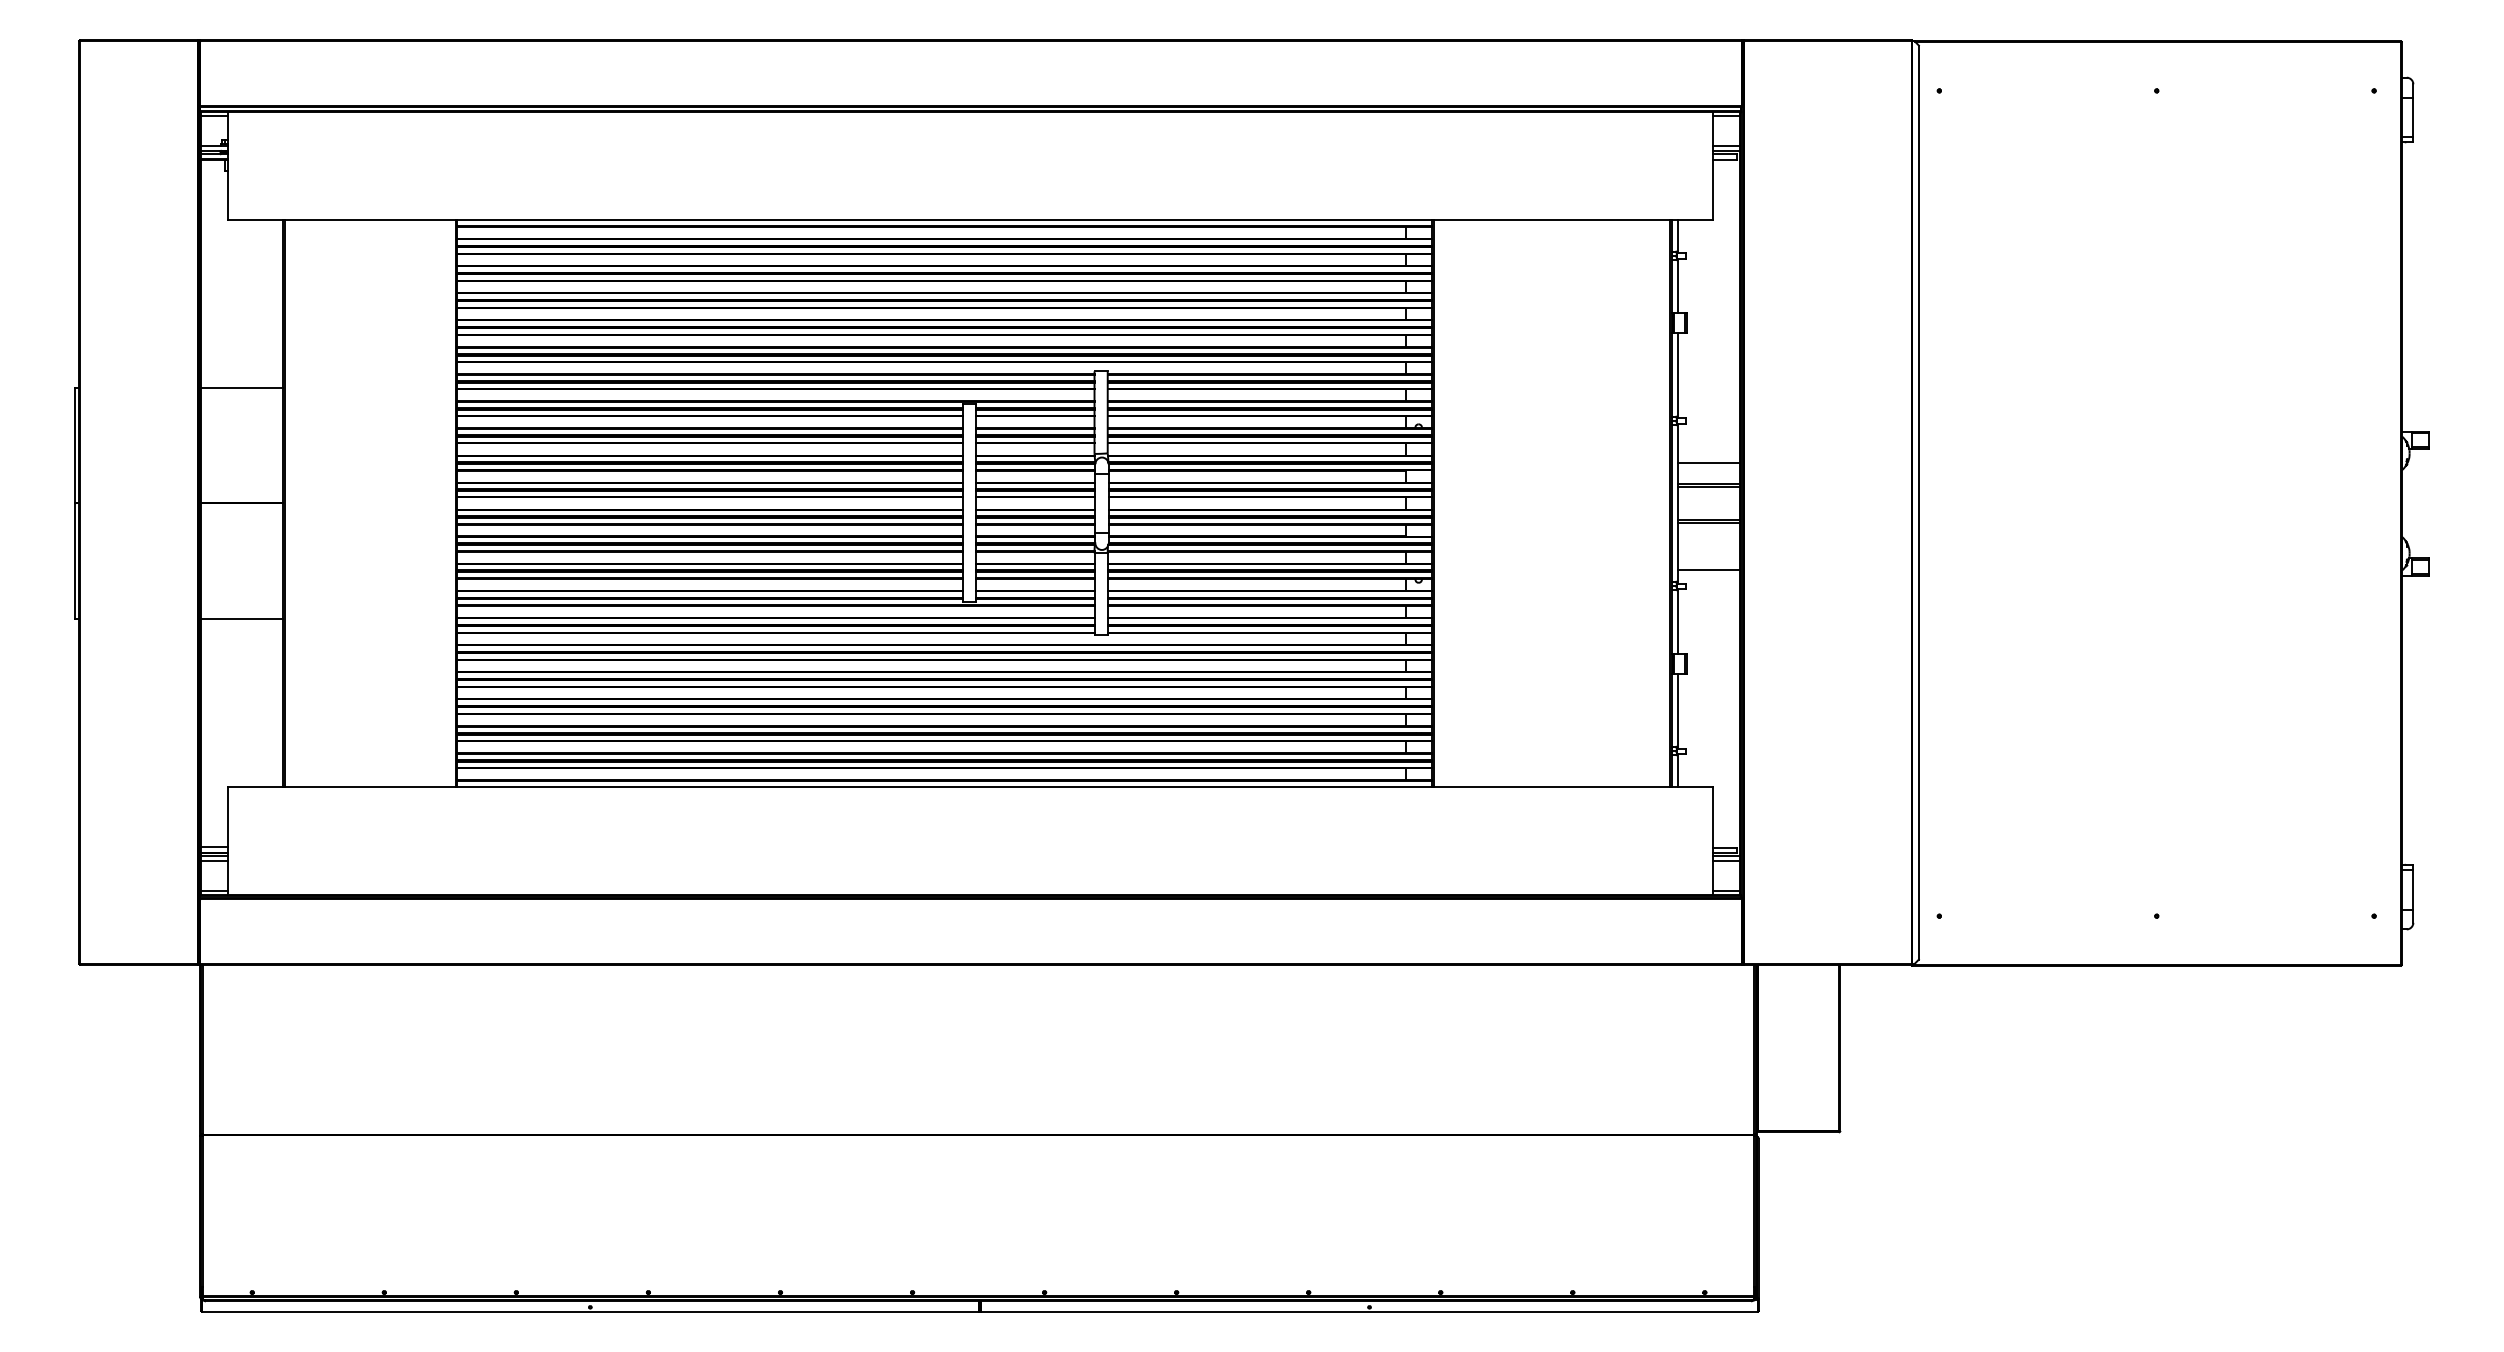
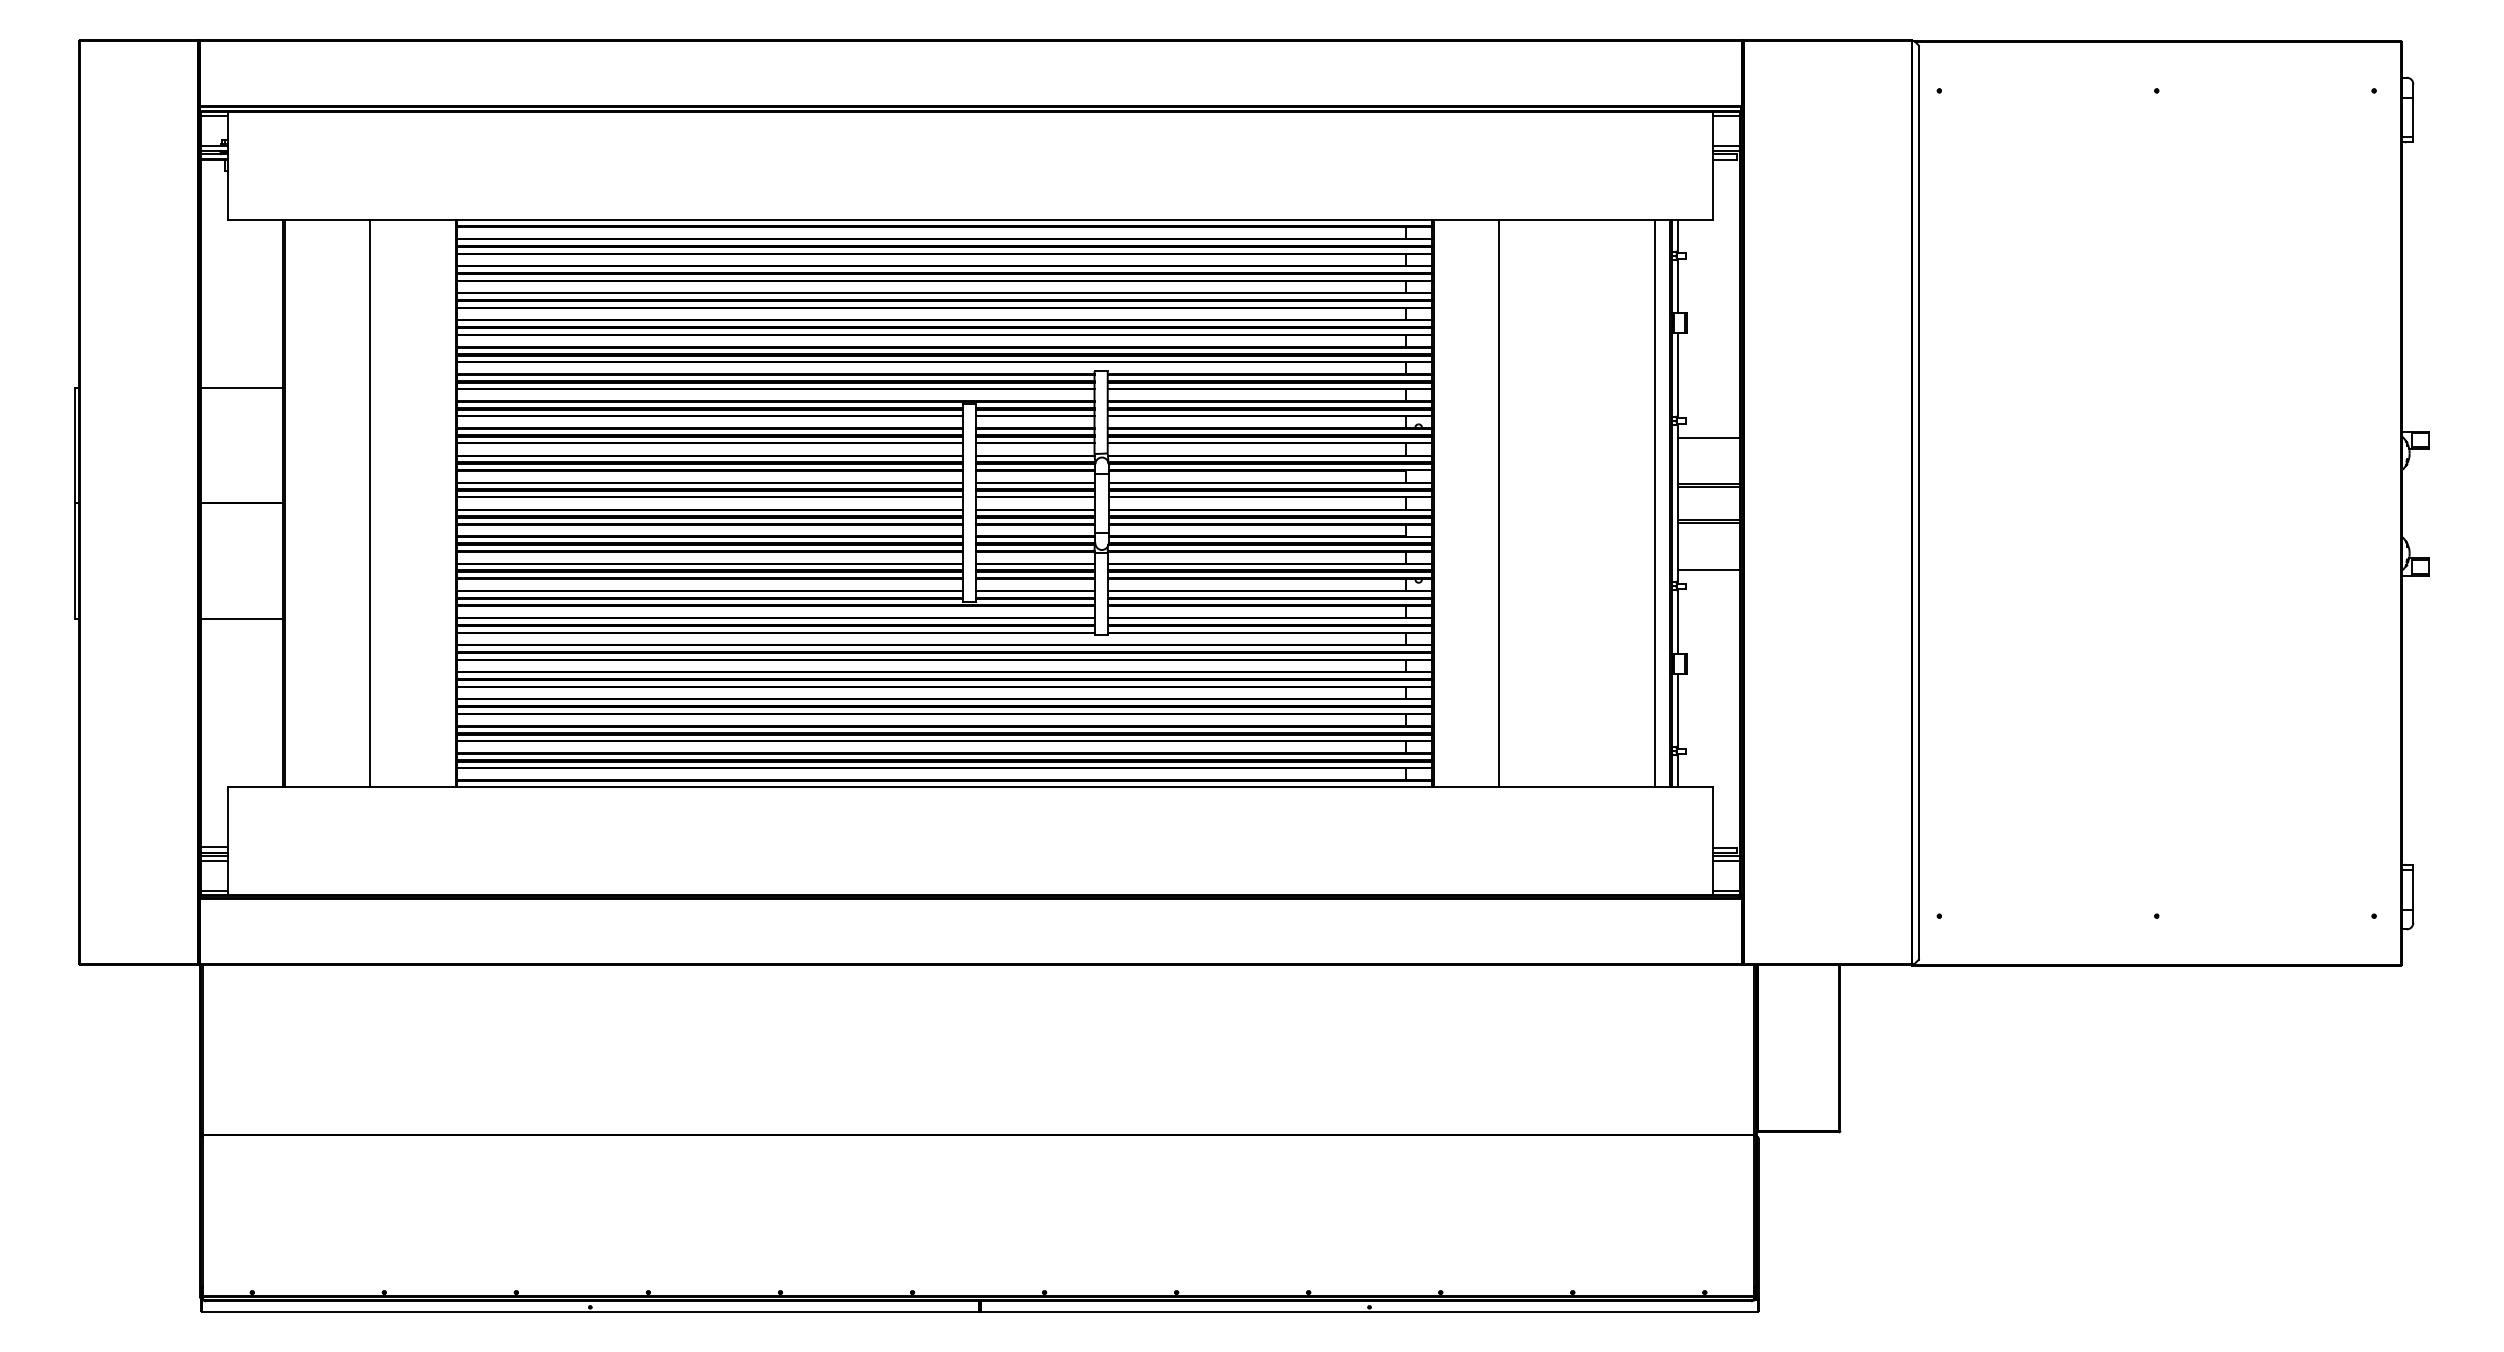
line at (1708, 462) position: (1708, 462) -> (1708, 437)
line at (370, 503): none -> present
line at (1499, 503): none -> present
line at (1654, 503): none -> present
